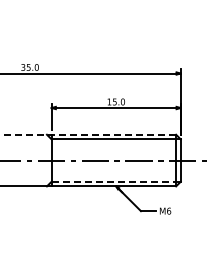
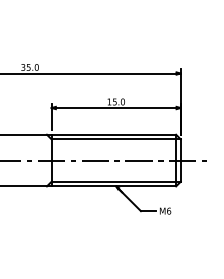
line at (88, 134): dashed -> solid
line at (116, 181): dashed -> solid
